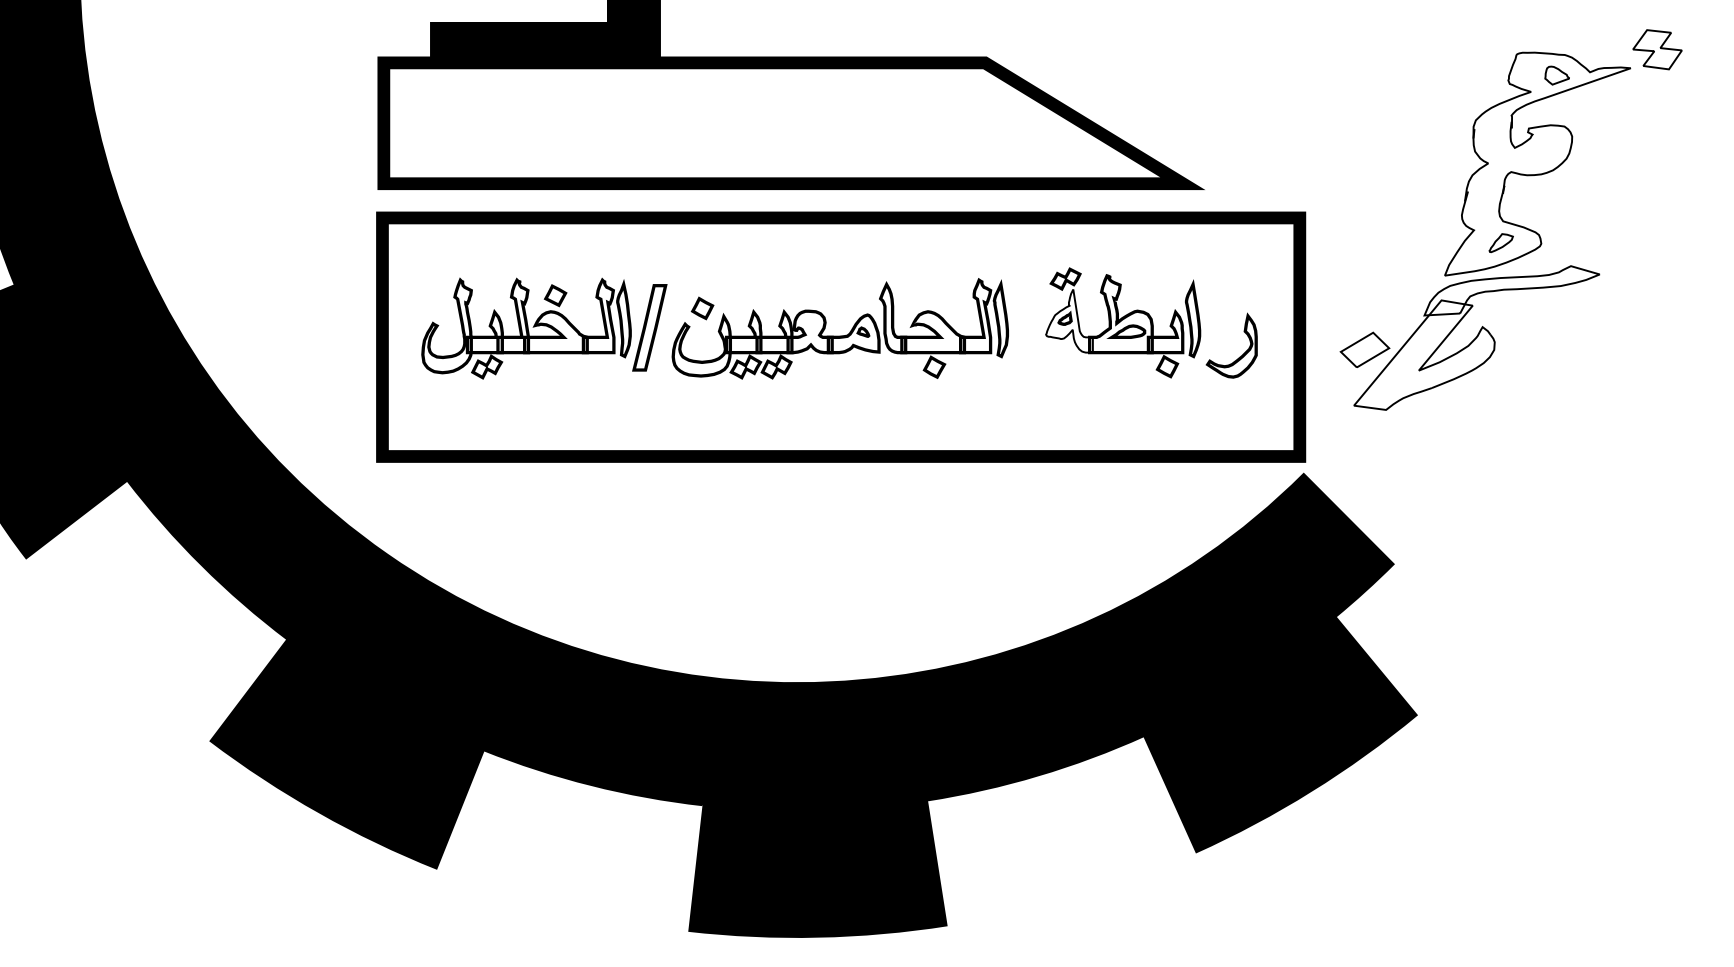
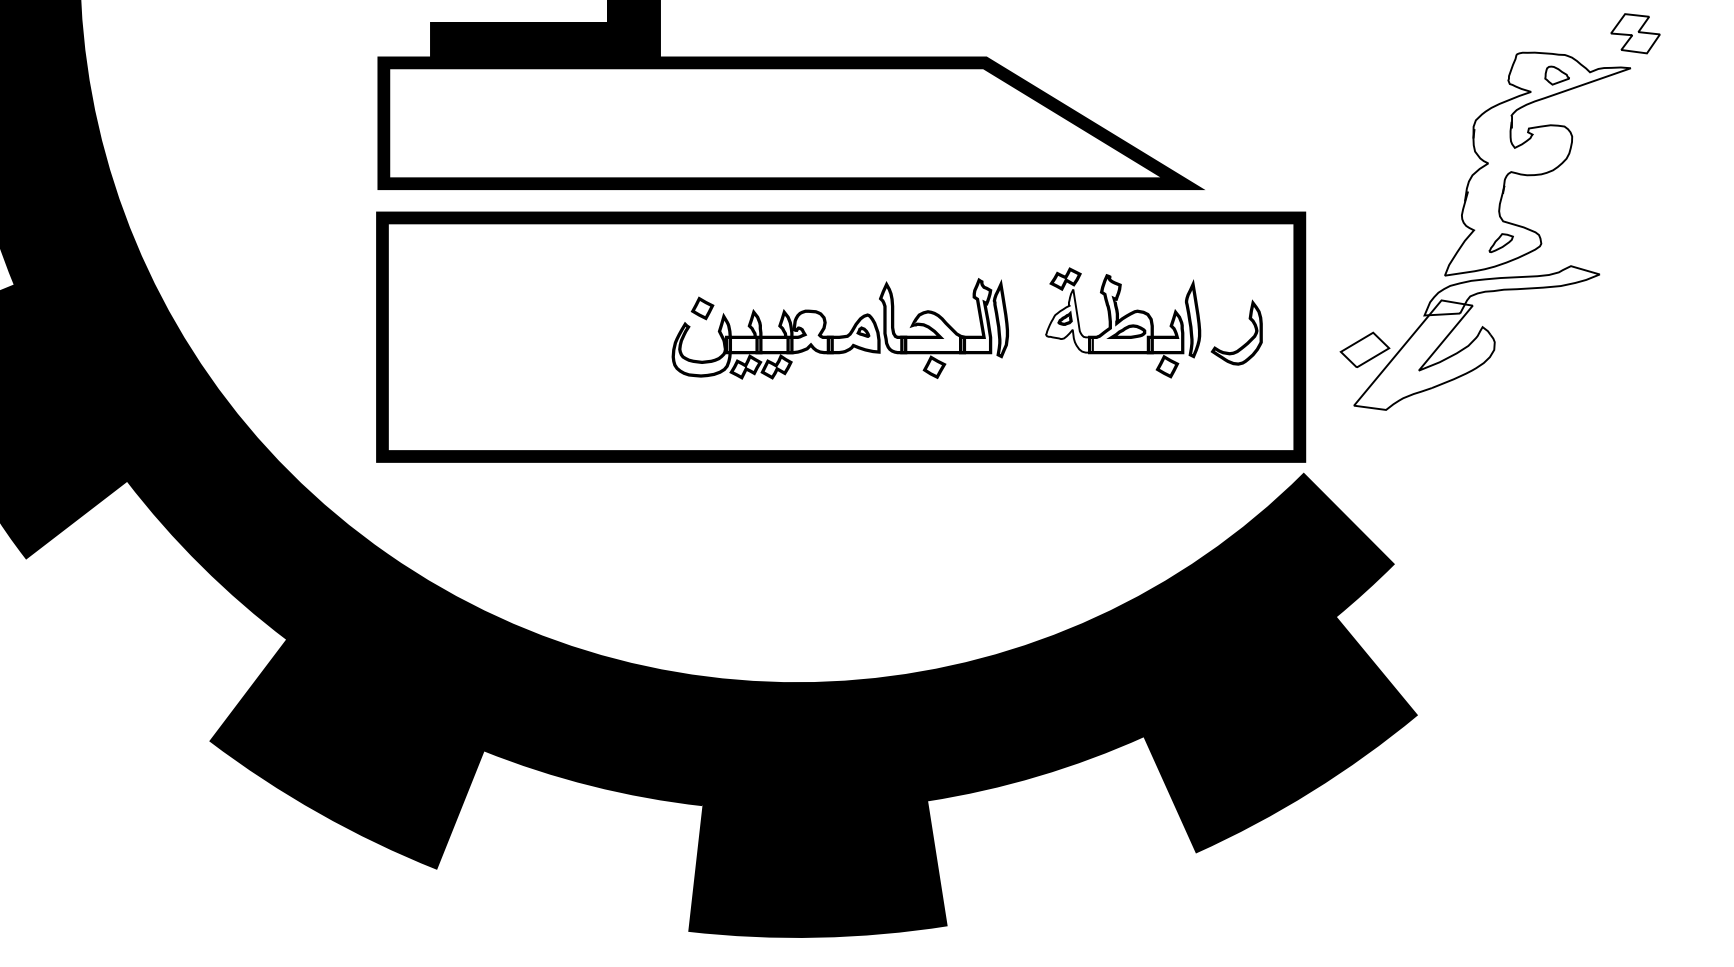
part at (1657, 49) position: (1657, 49) -> (1635, 33)
part at (544, 328): present -> none
part at (1239, 356) position: (1239, 356) -> (1244, 343)
